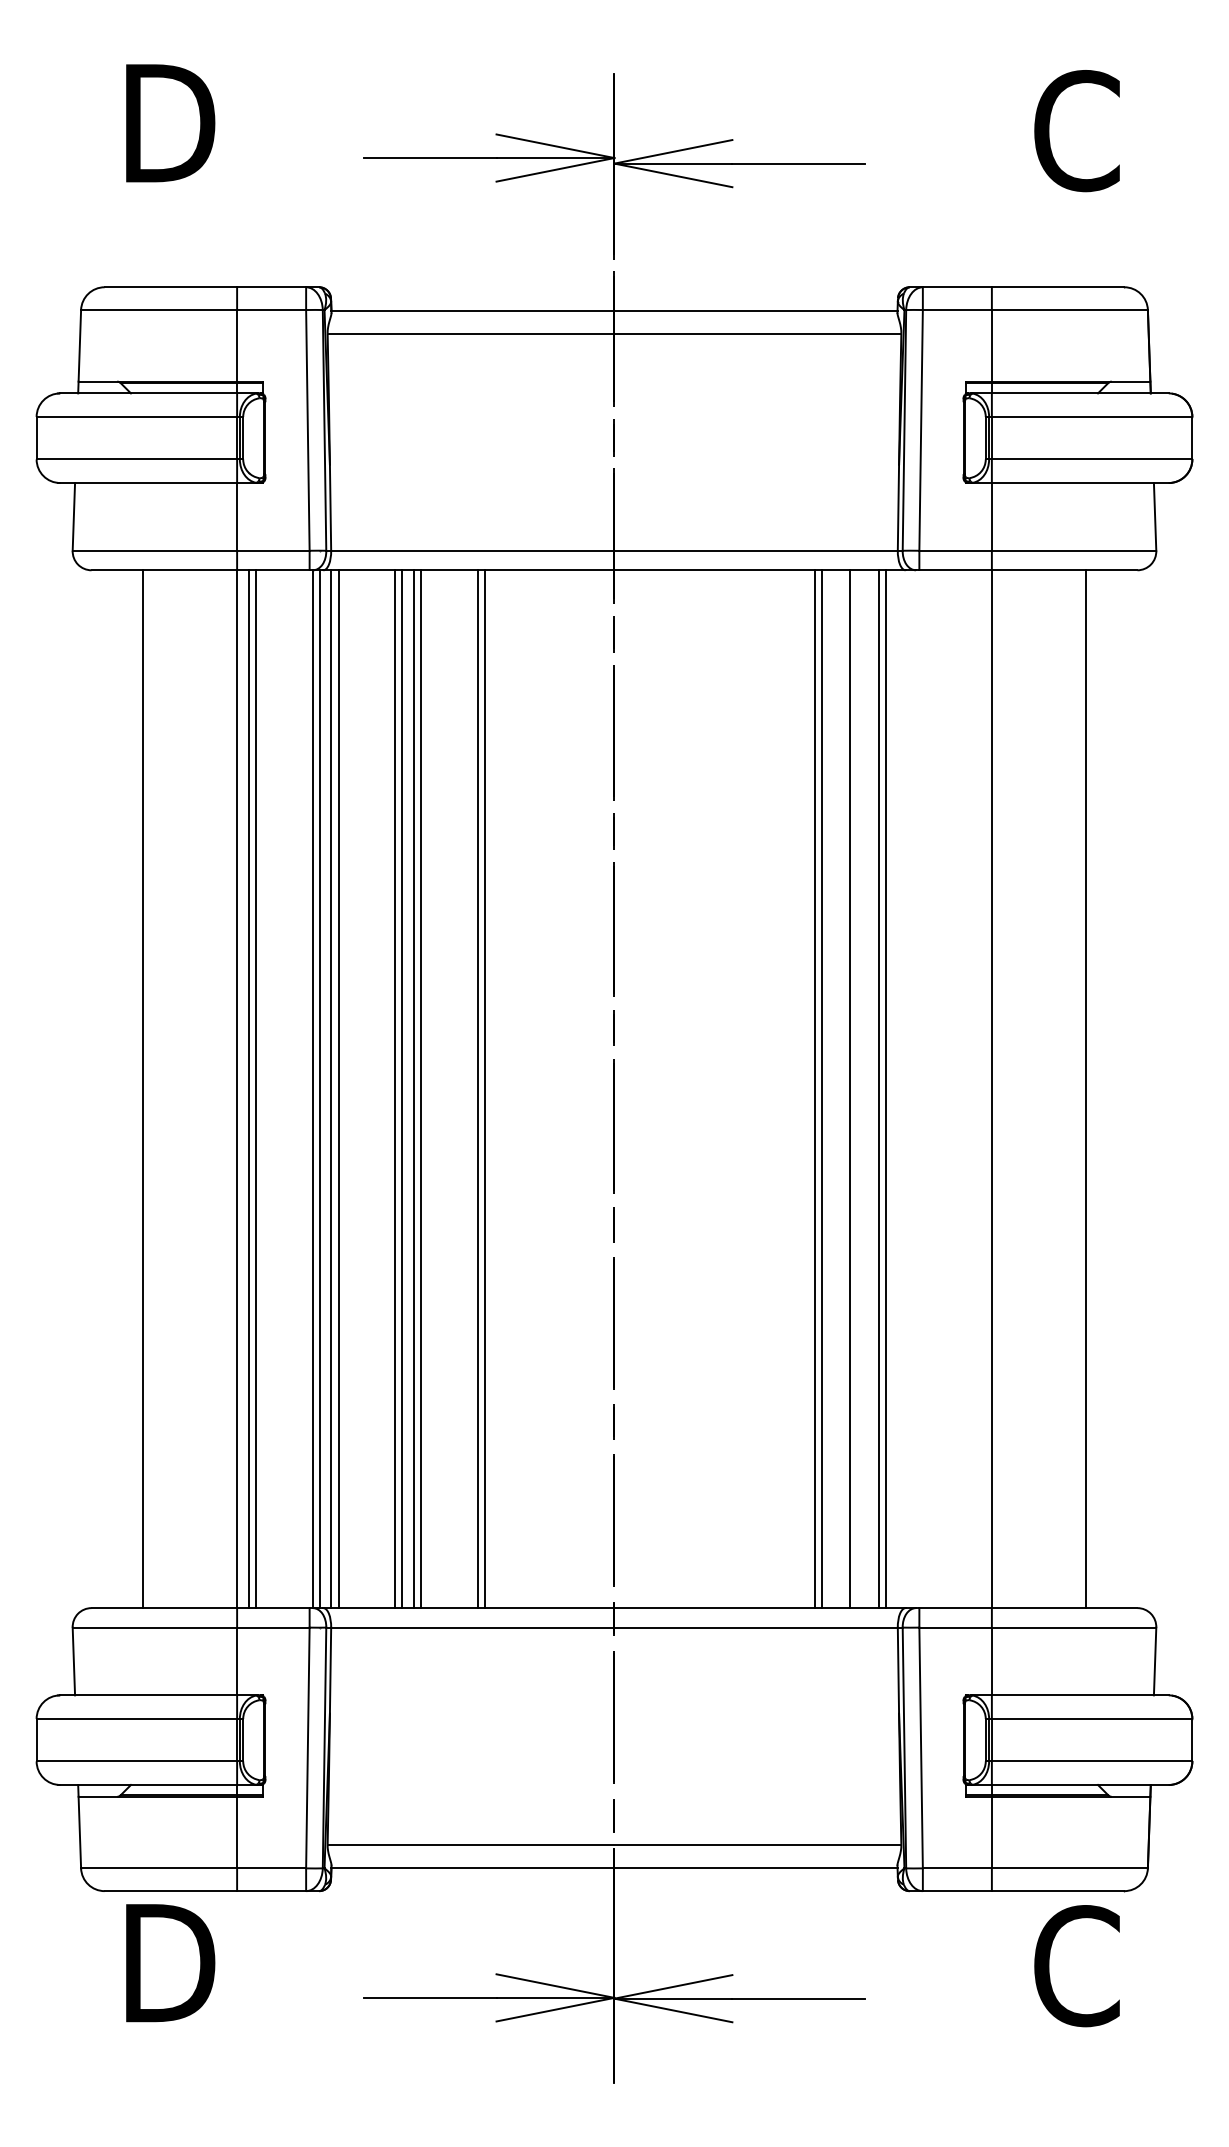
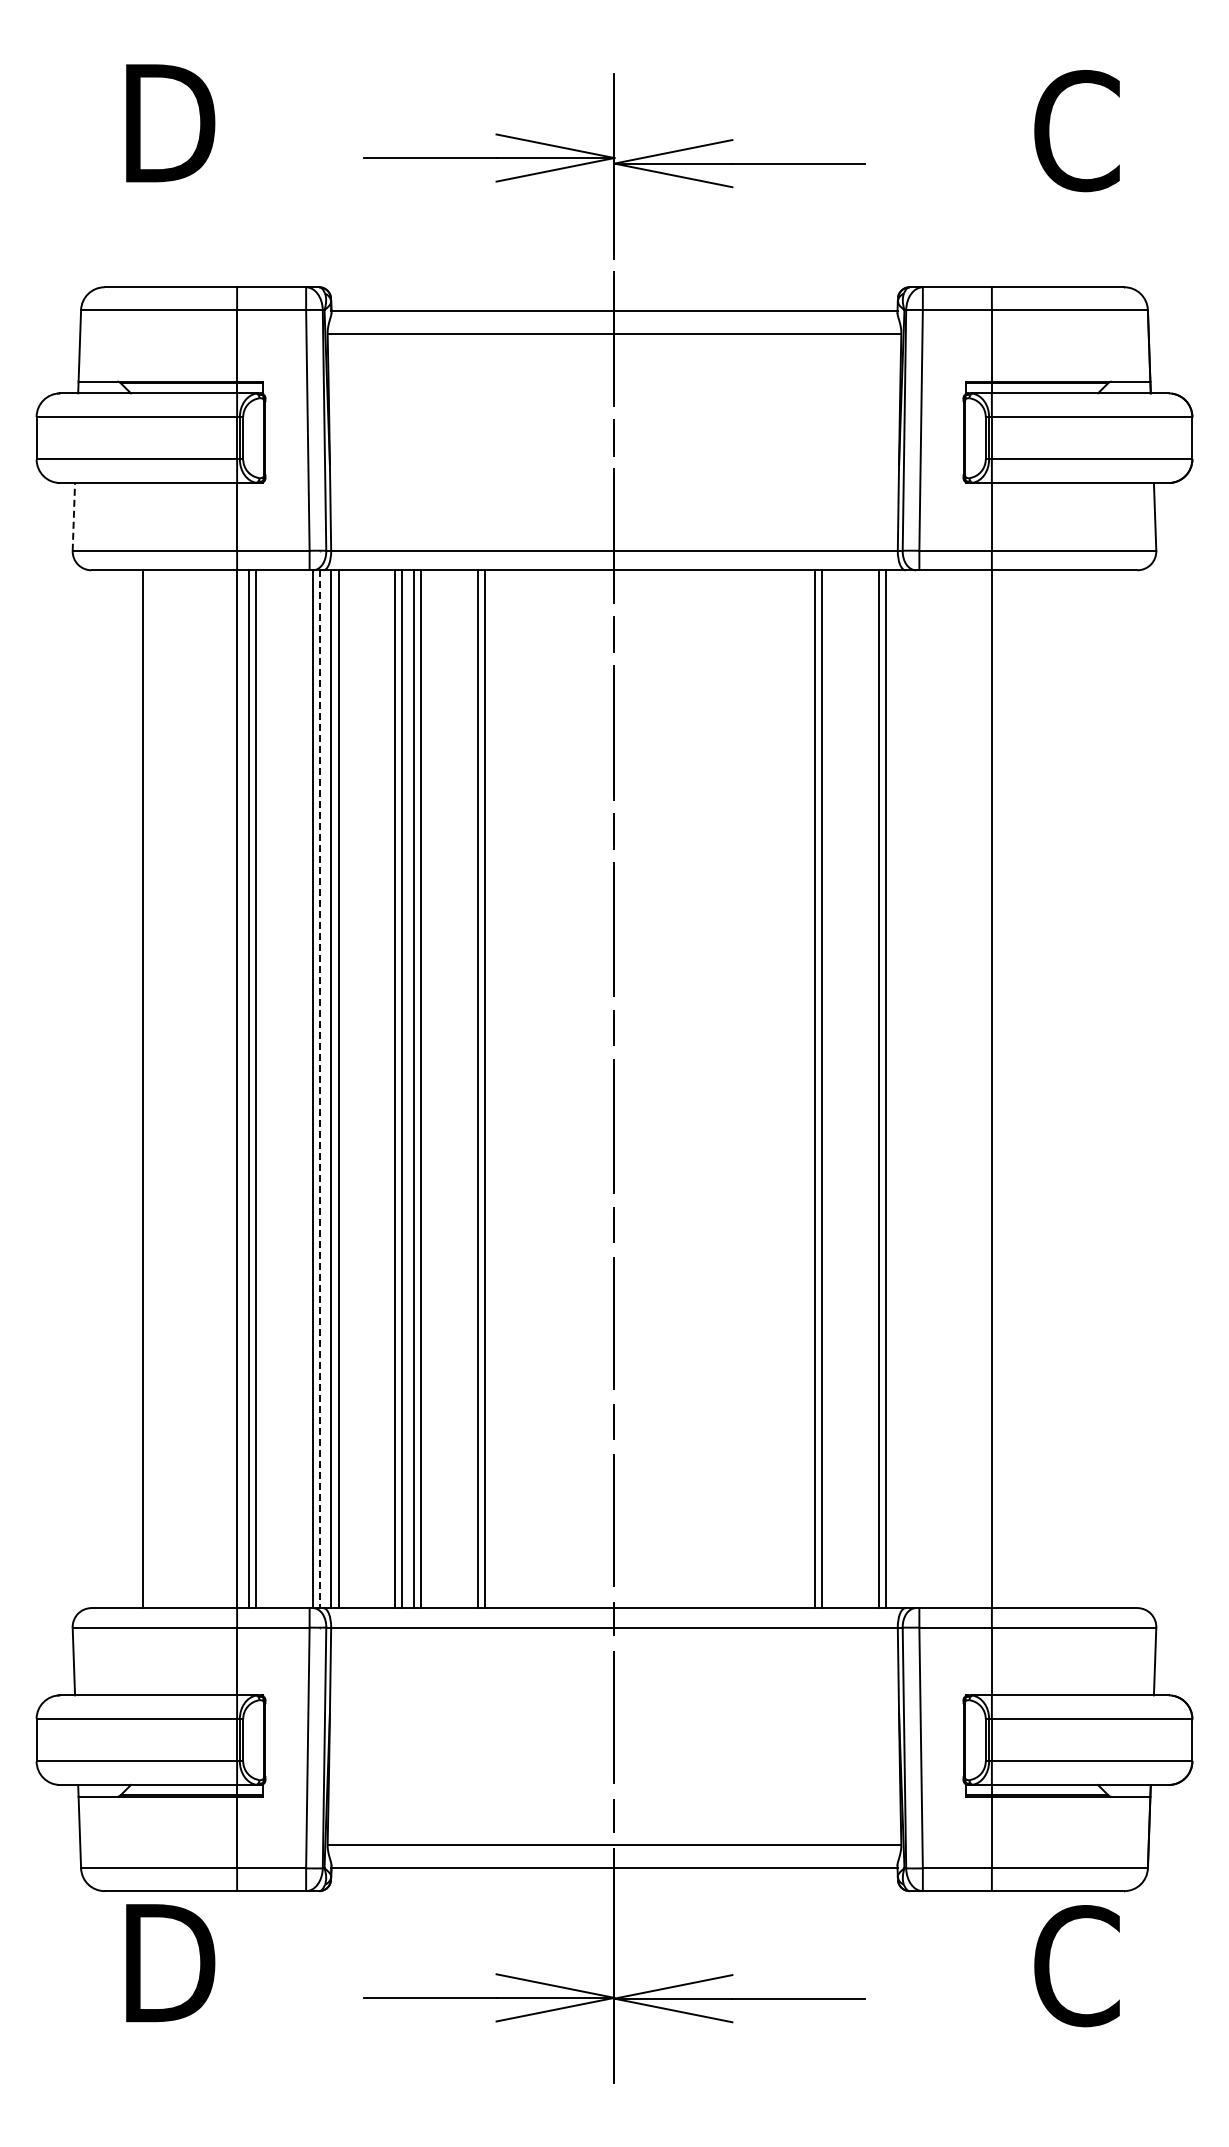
line at (73, 516): solid -> dashed
line at (319, 1089): solid -> dashed
line at (850, 1089): present -> none
line at (1086, 1089): present -> none
